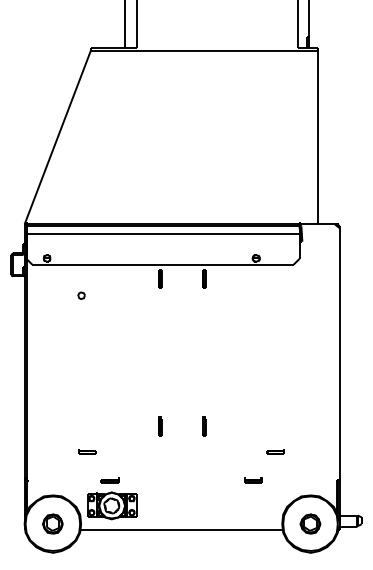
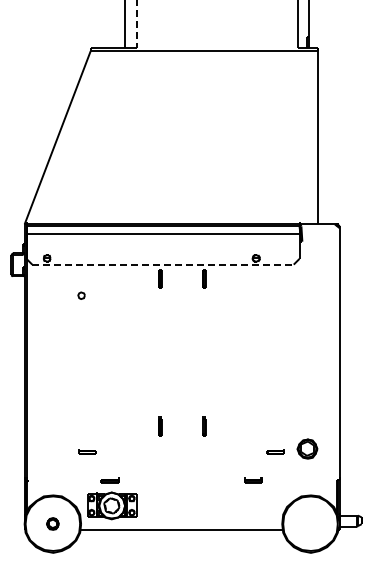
line at (136, 24): solid -> dashed
line at (163, 264): solid -> dashed
part at (52, 523) size: 22x22 px -> 14x14 px
part at (310, 523) position: (310, 523) -> (307, 448)
